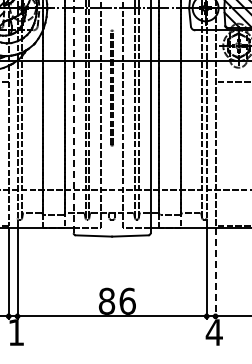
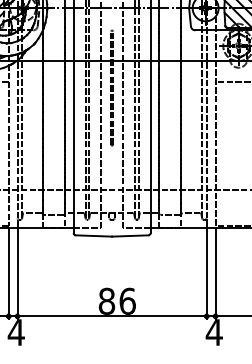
line at (73, 116): dashed -> solid
line at (215, 273): dashed -> solid
text at (15, 332): 1 -> 4
